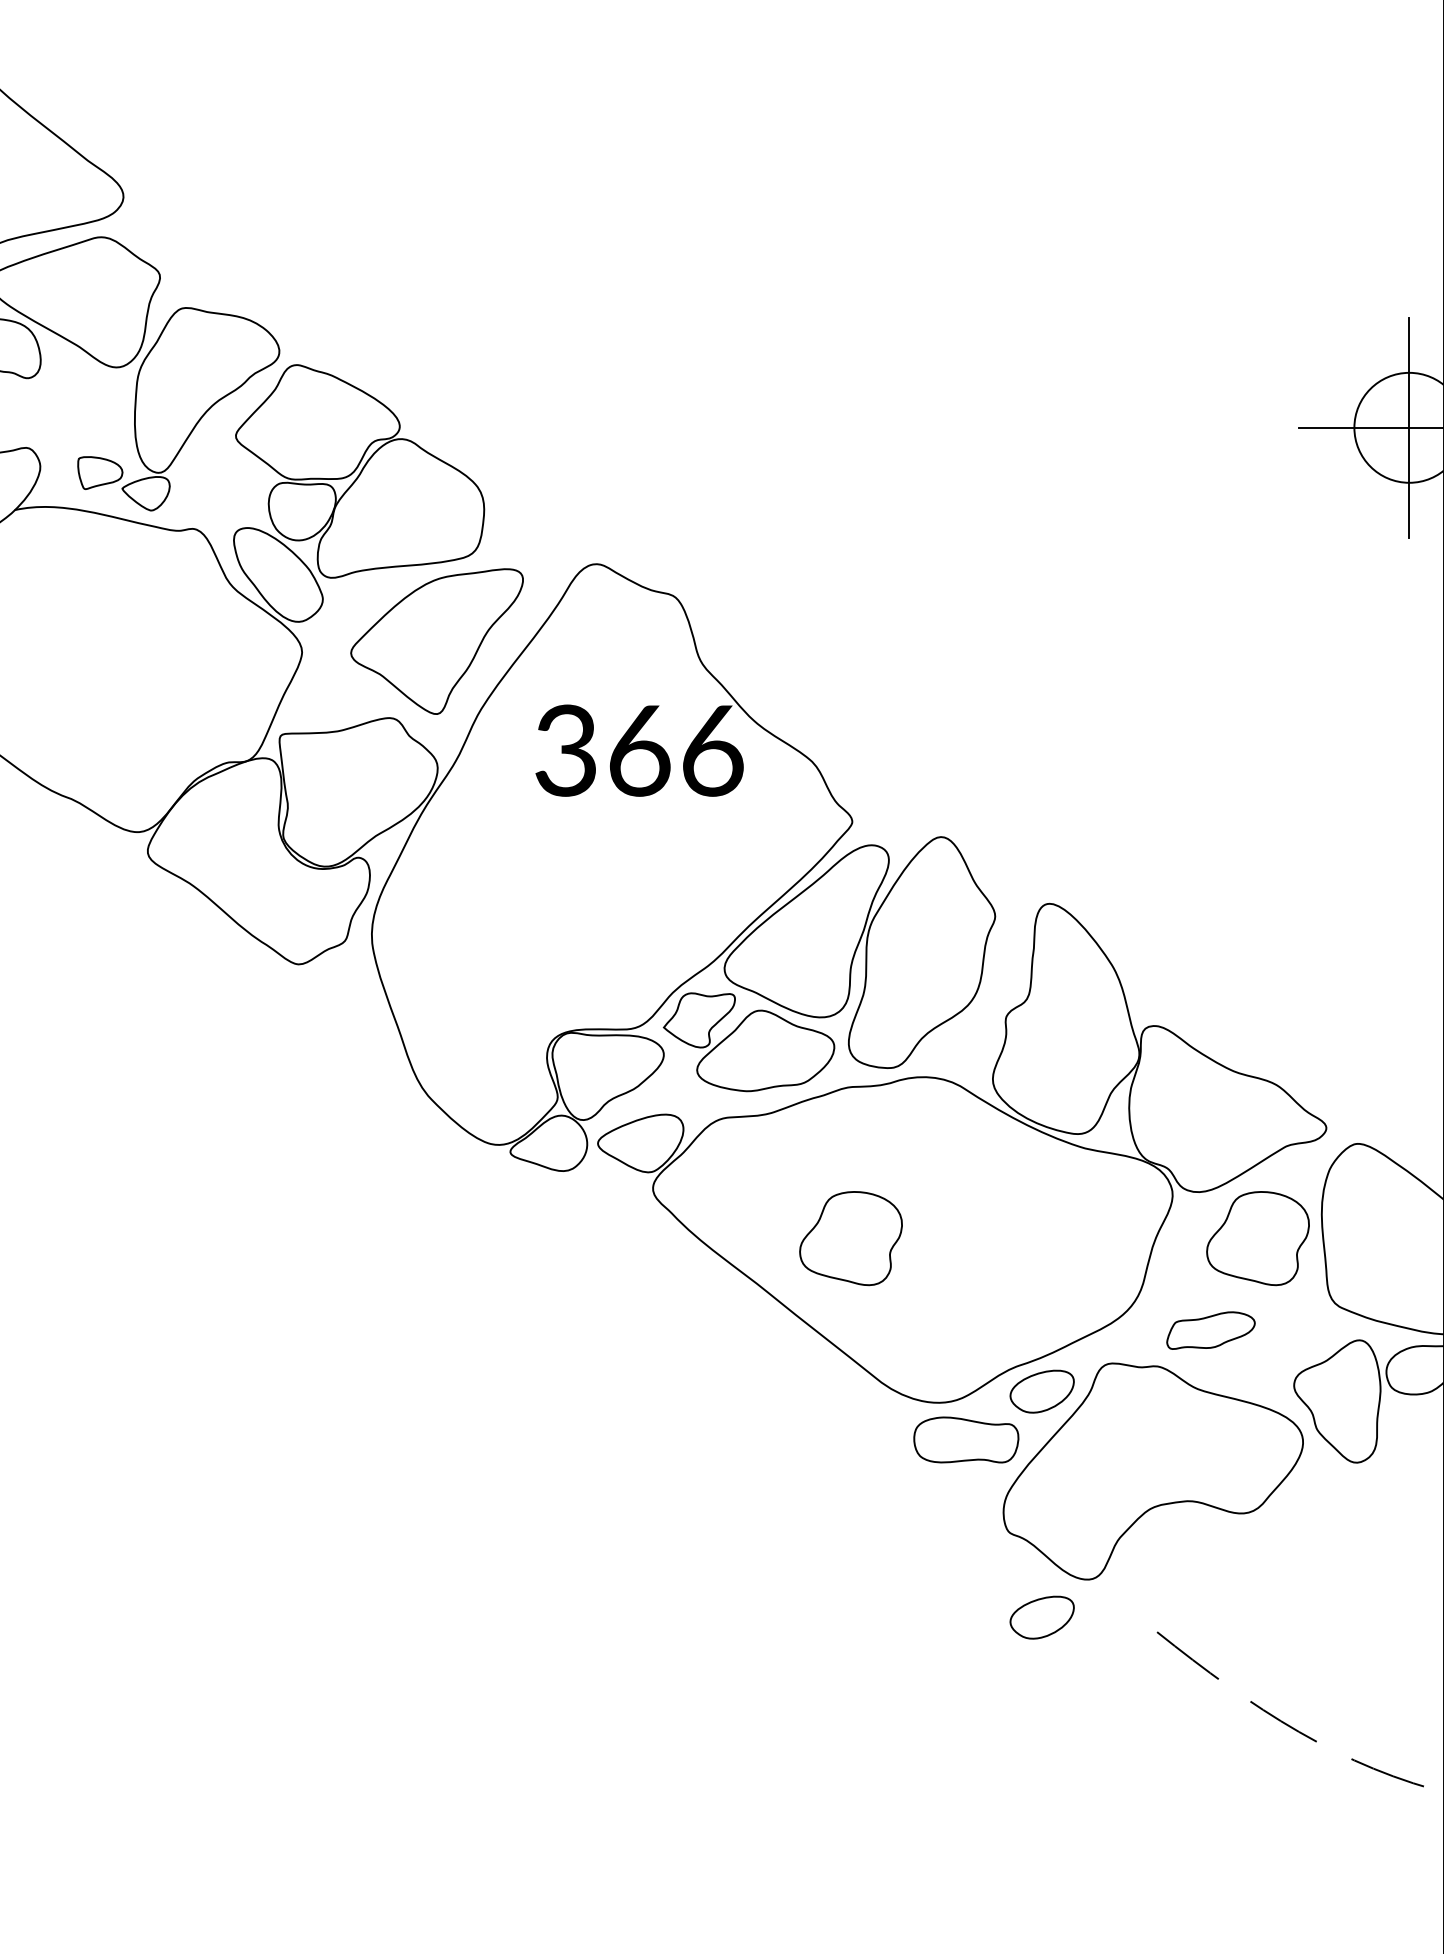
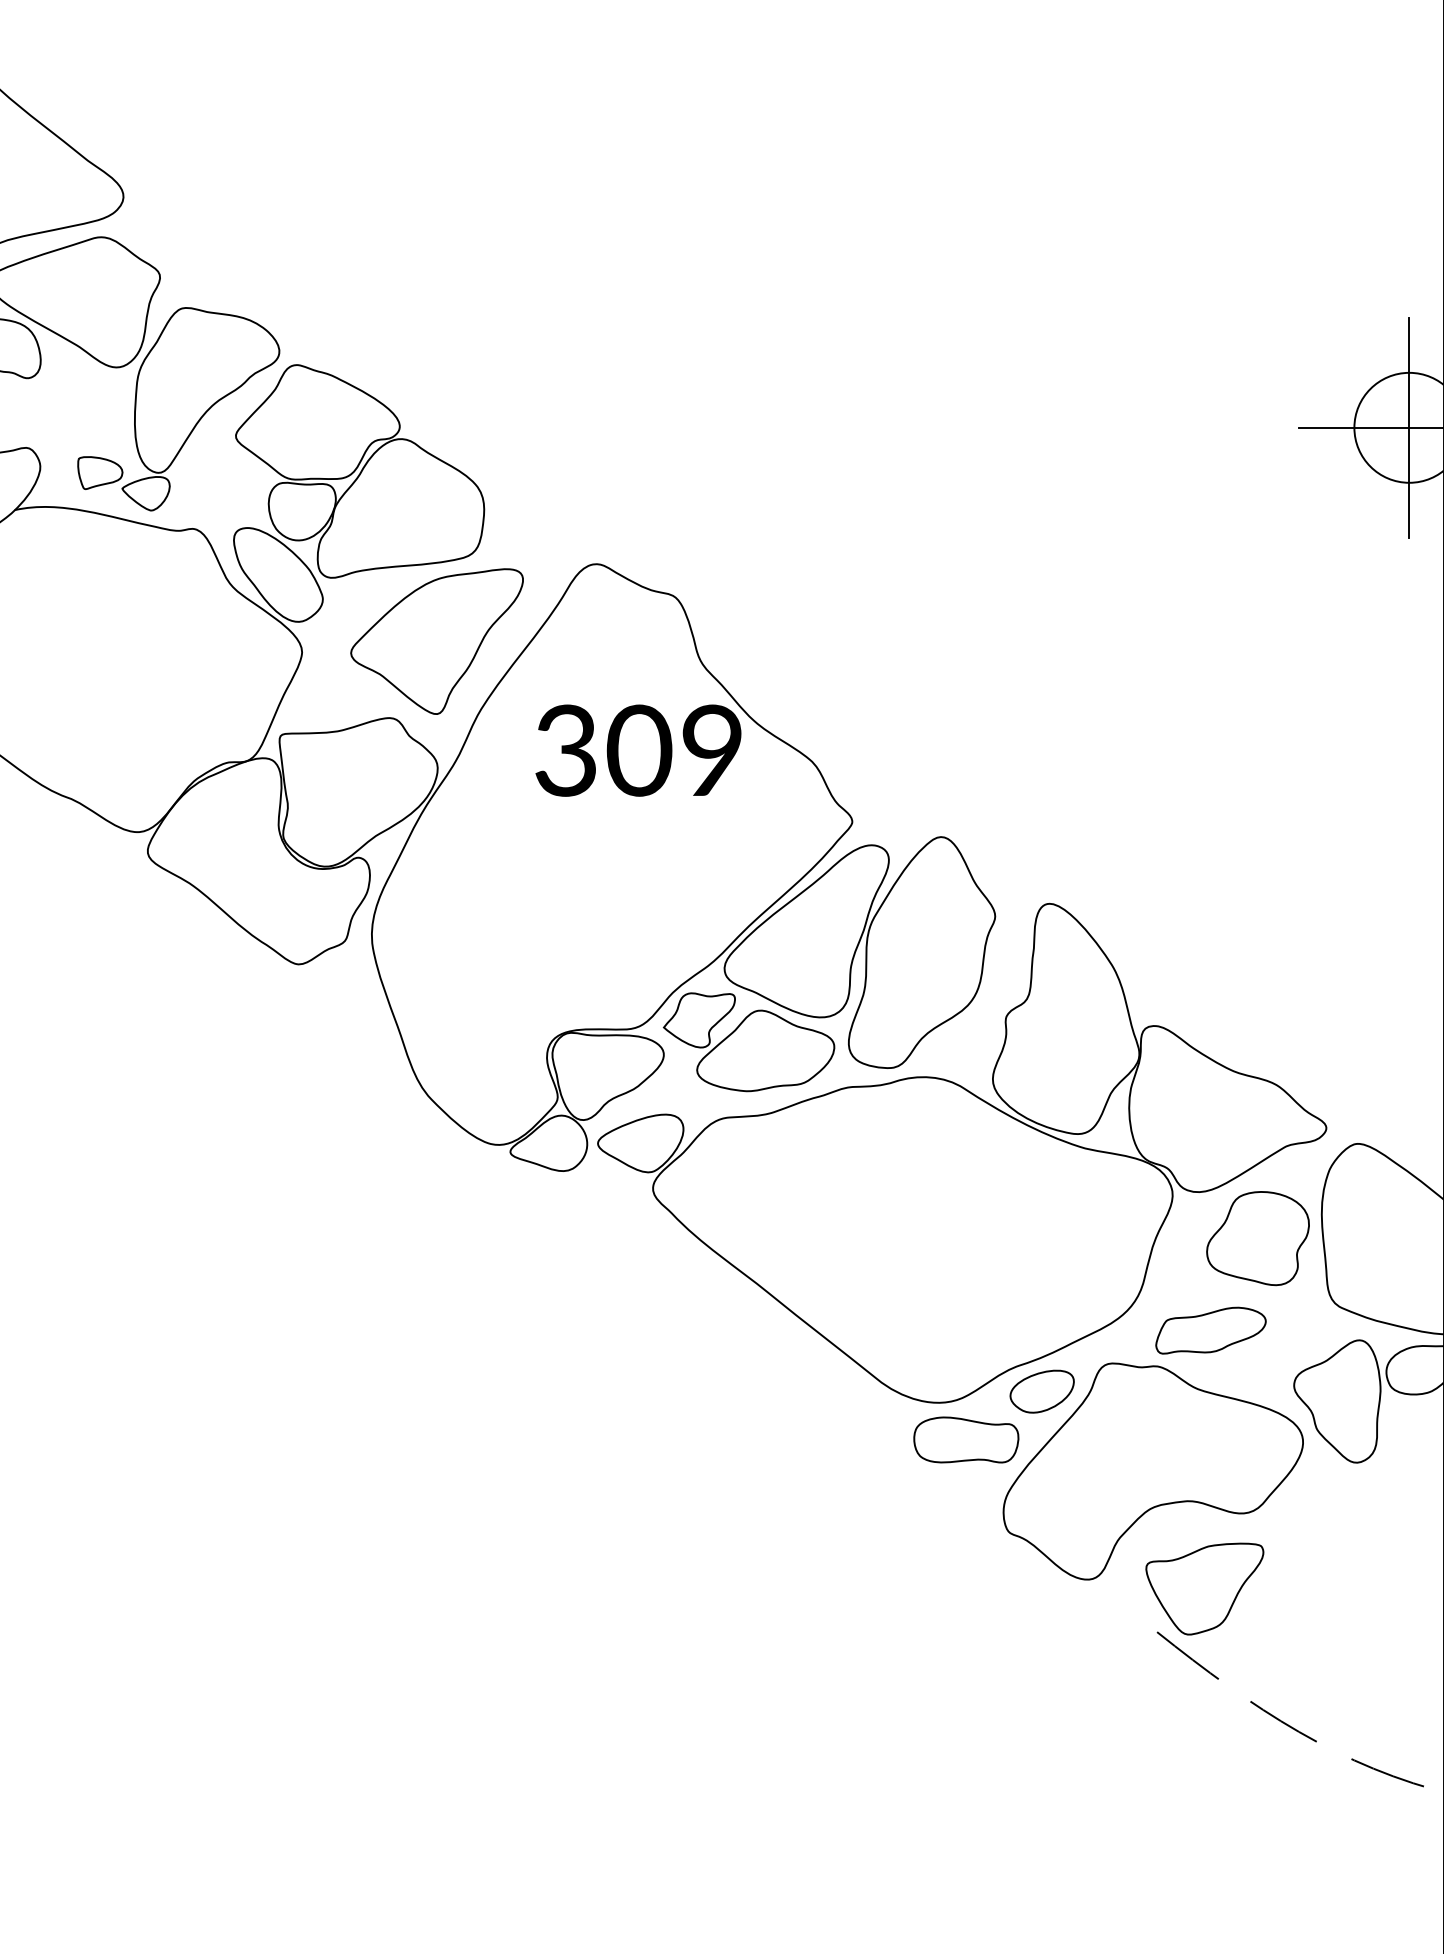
text at (674, 750): 366 -> 309
part at (850, 1238): present -> none
part at (1210, 1330) size: 90x39 px -> 112x49 px
part at (1204, 1588): none -> present
part at (1041, 1617): present -> none
